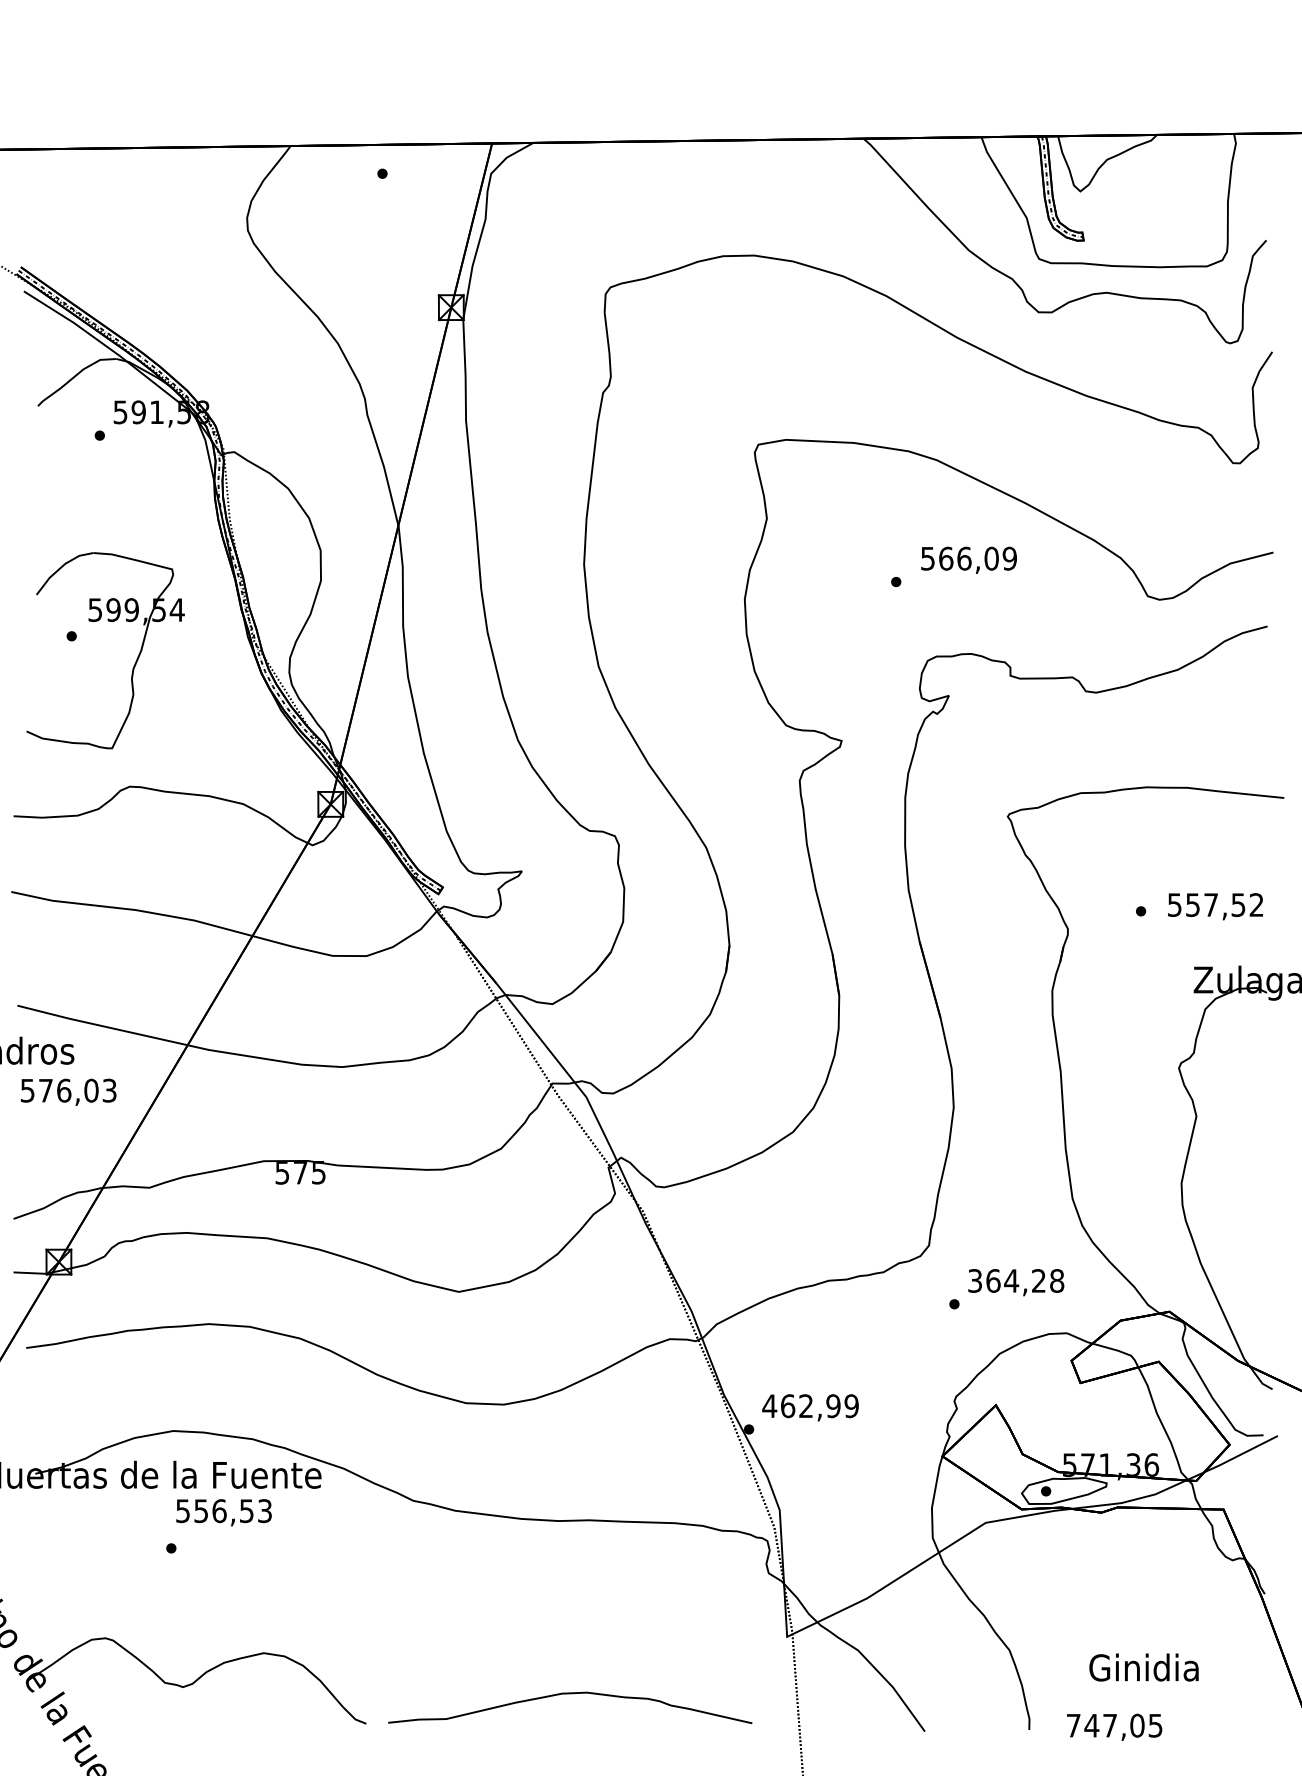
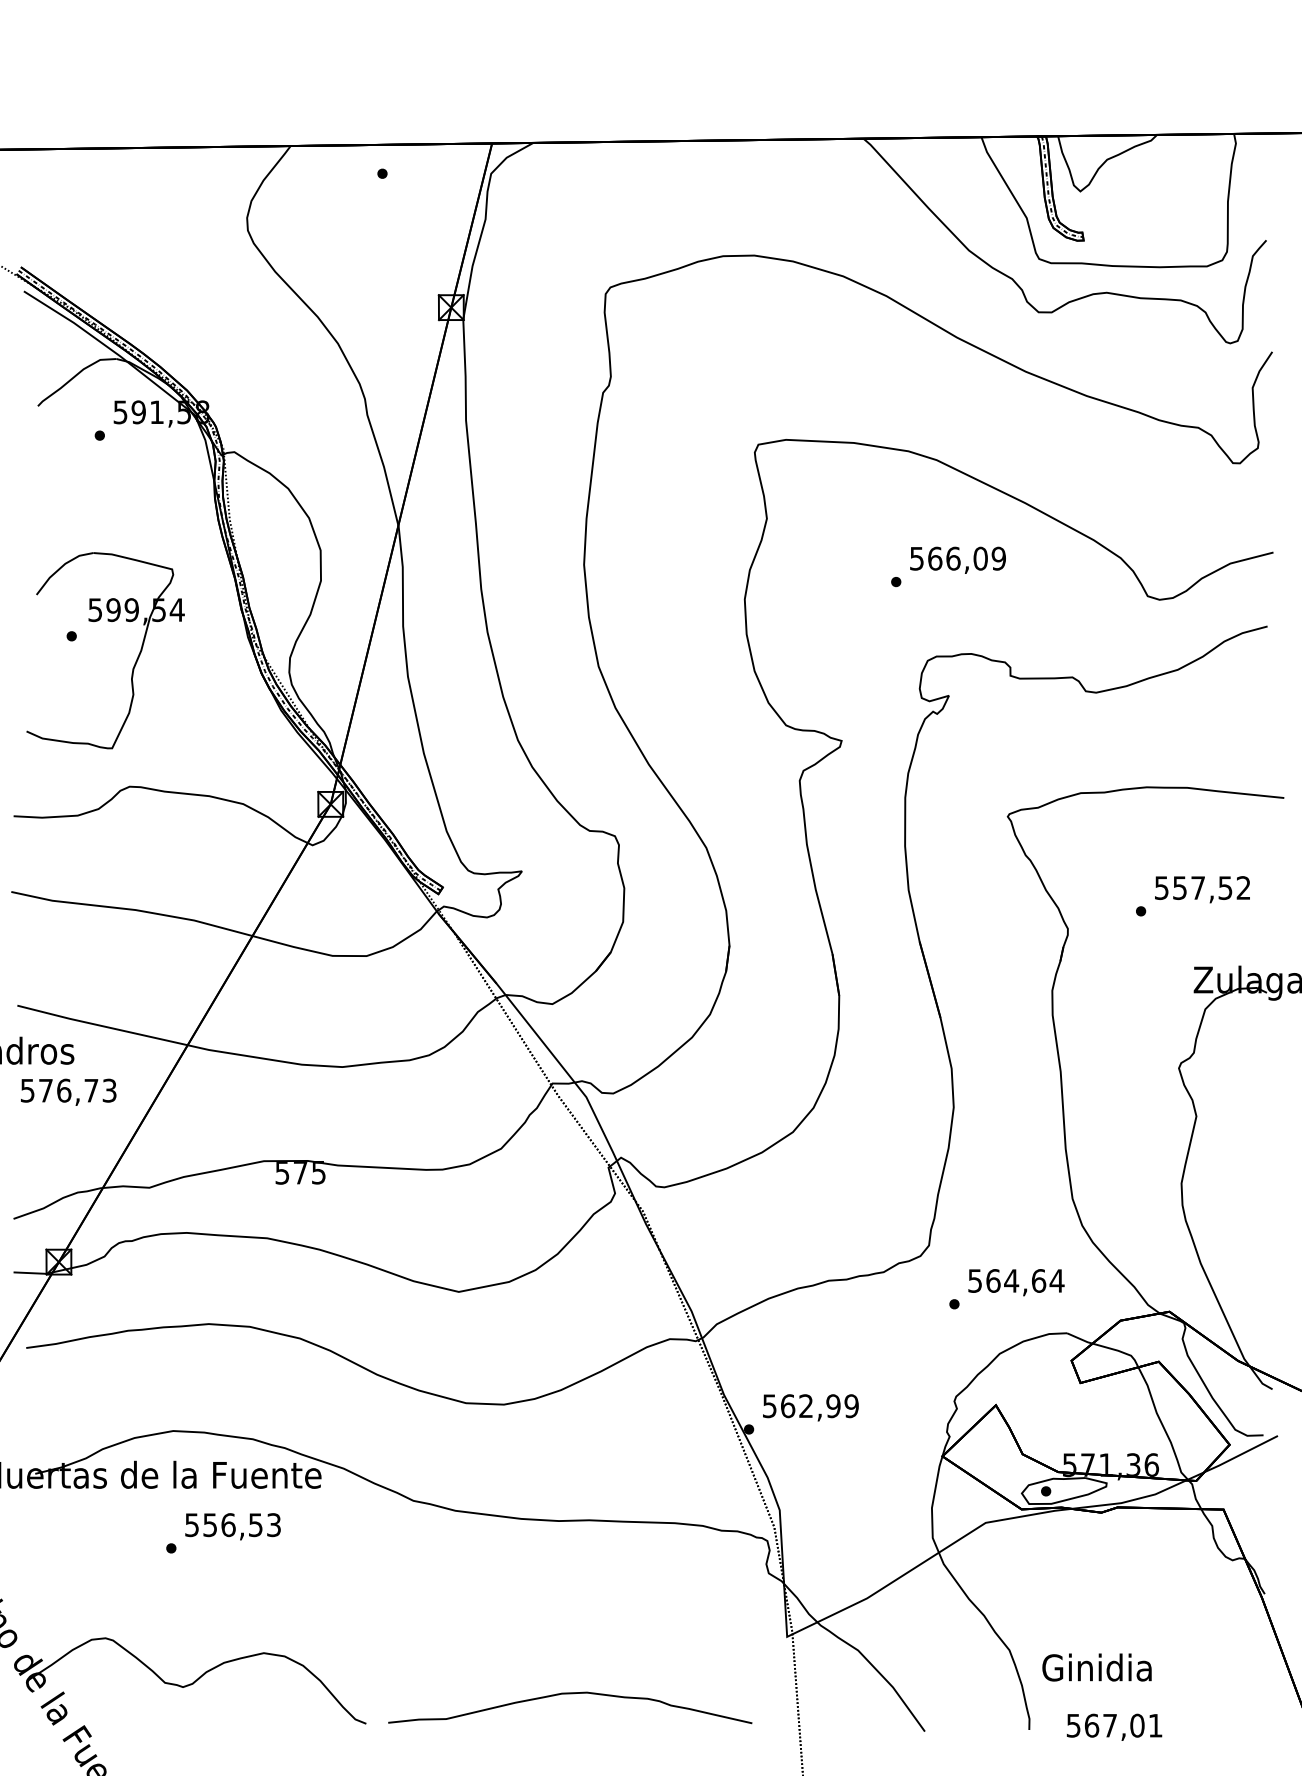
text at (968, 559) position: (968, 559) -> (957, 559)
text at (1215, 906) position: (1215, 906) -> (1202, 889)
text at (91, 1090): 576,03 -> 576,73
text at (1016, 1280): 364,28 -> 564,64
text at (769, 1406): 462,99 -> 562,99
text at (223, 1512) position: (223, 1512) -> (232, 1526)
text at (1143, 1667) position: (1143, 1667) -> (1096, 1667)
text at (1114, 1725): 747,05 -> 567,01
